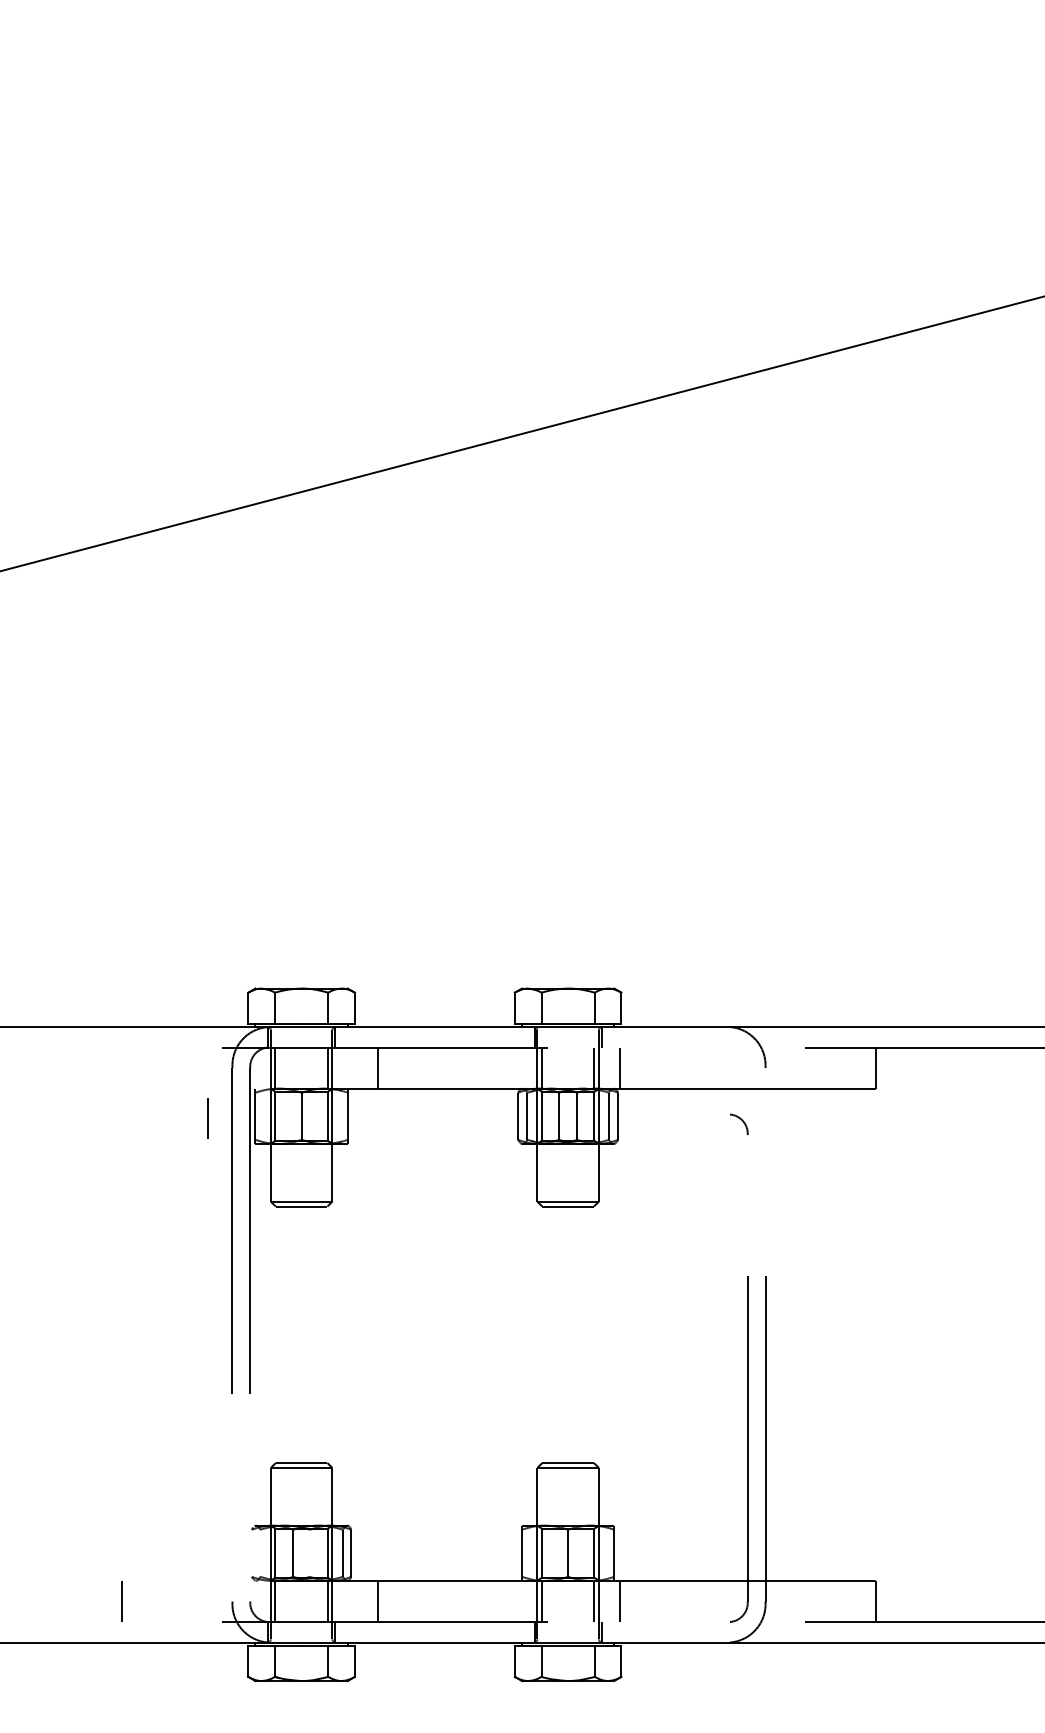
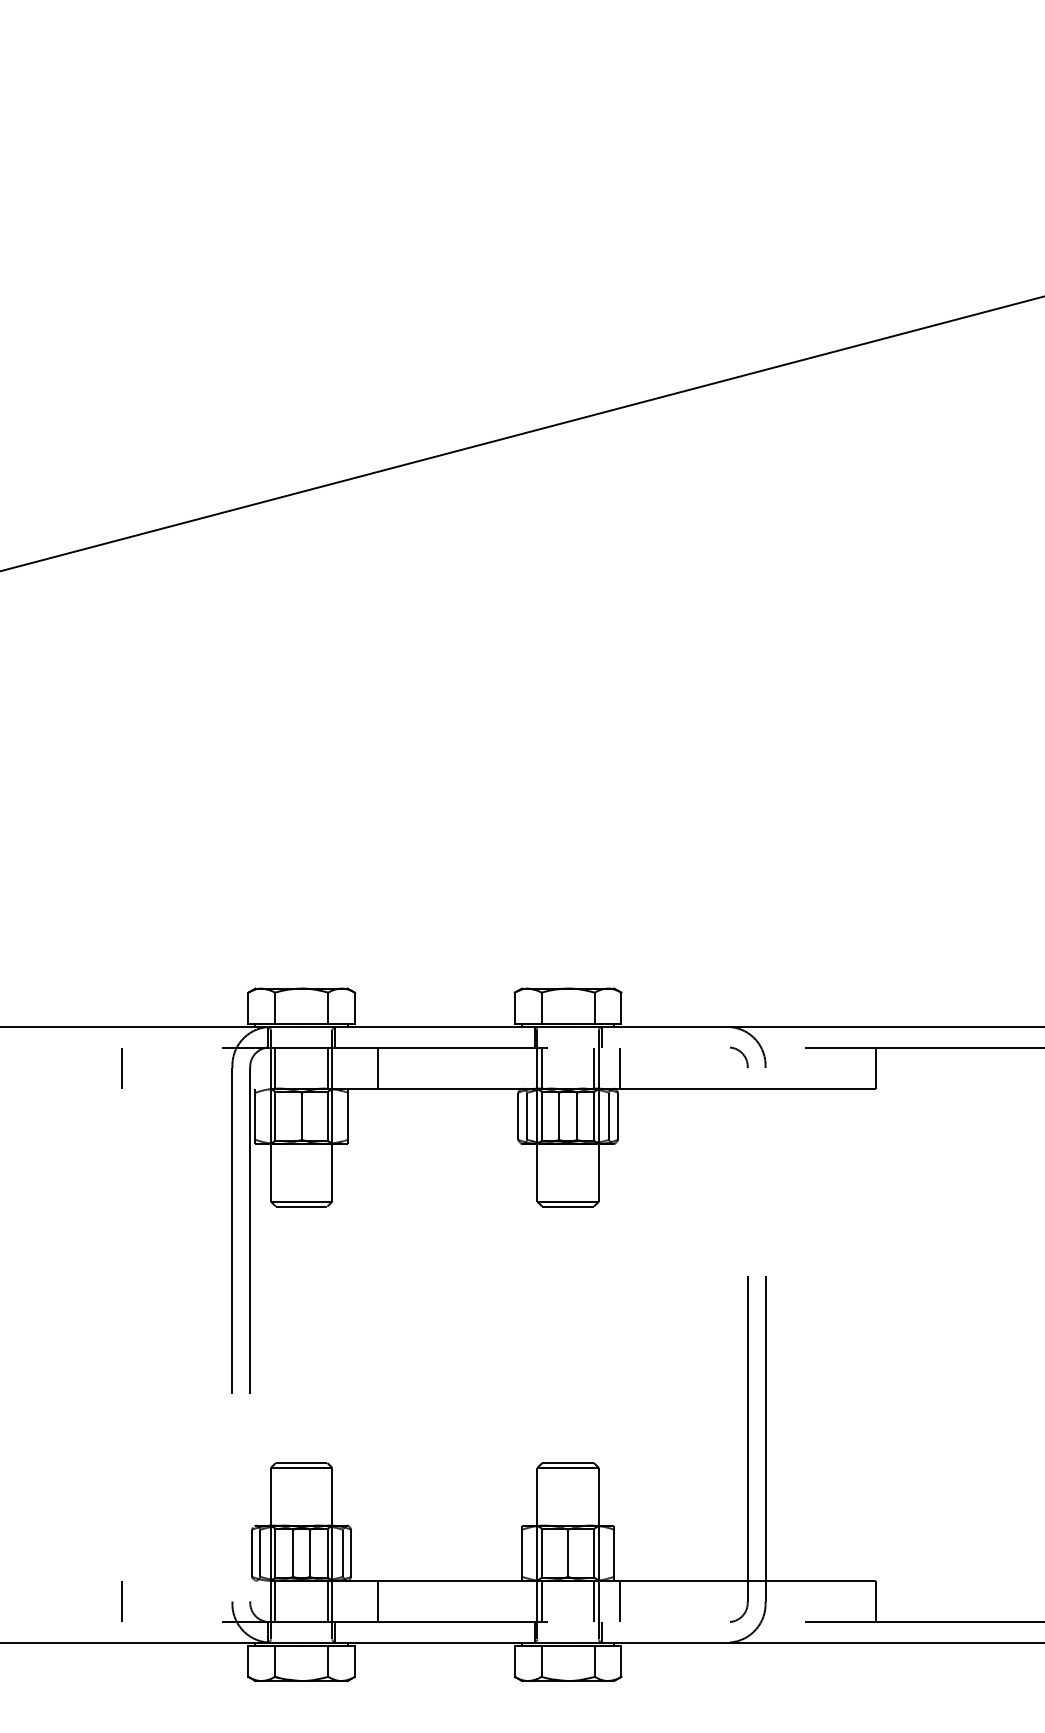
line at (207, 1118) position: (207, 1118) -> (121, 1068)
arc at (742, 1122) position: (742, 1122) -> (742, 1055)
line at (251, 1552): none -> present
line at (260, 1552): none -> present
line at (310, 1552): none -> present
